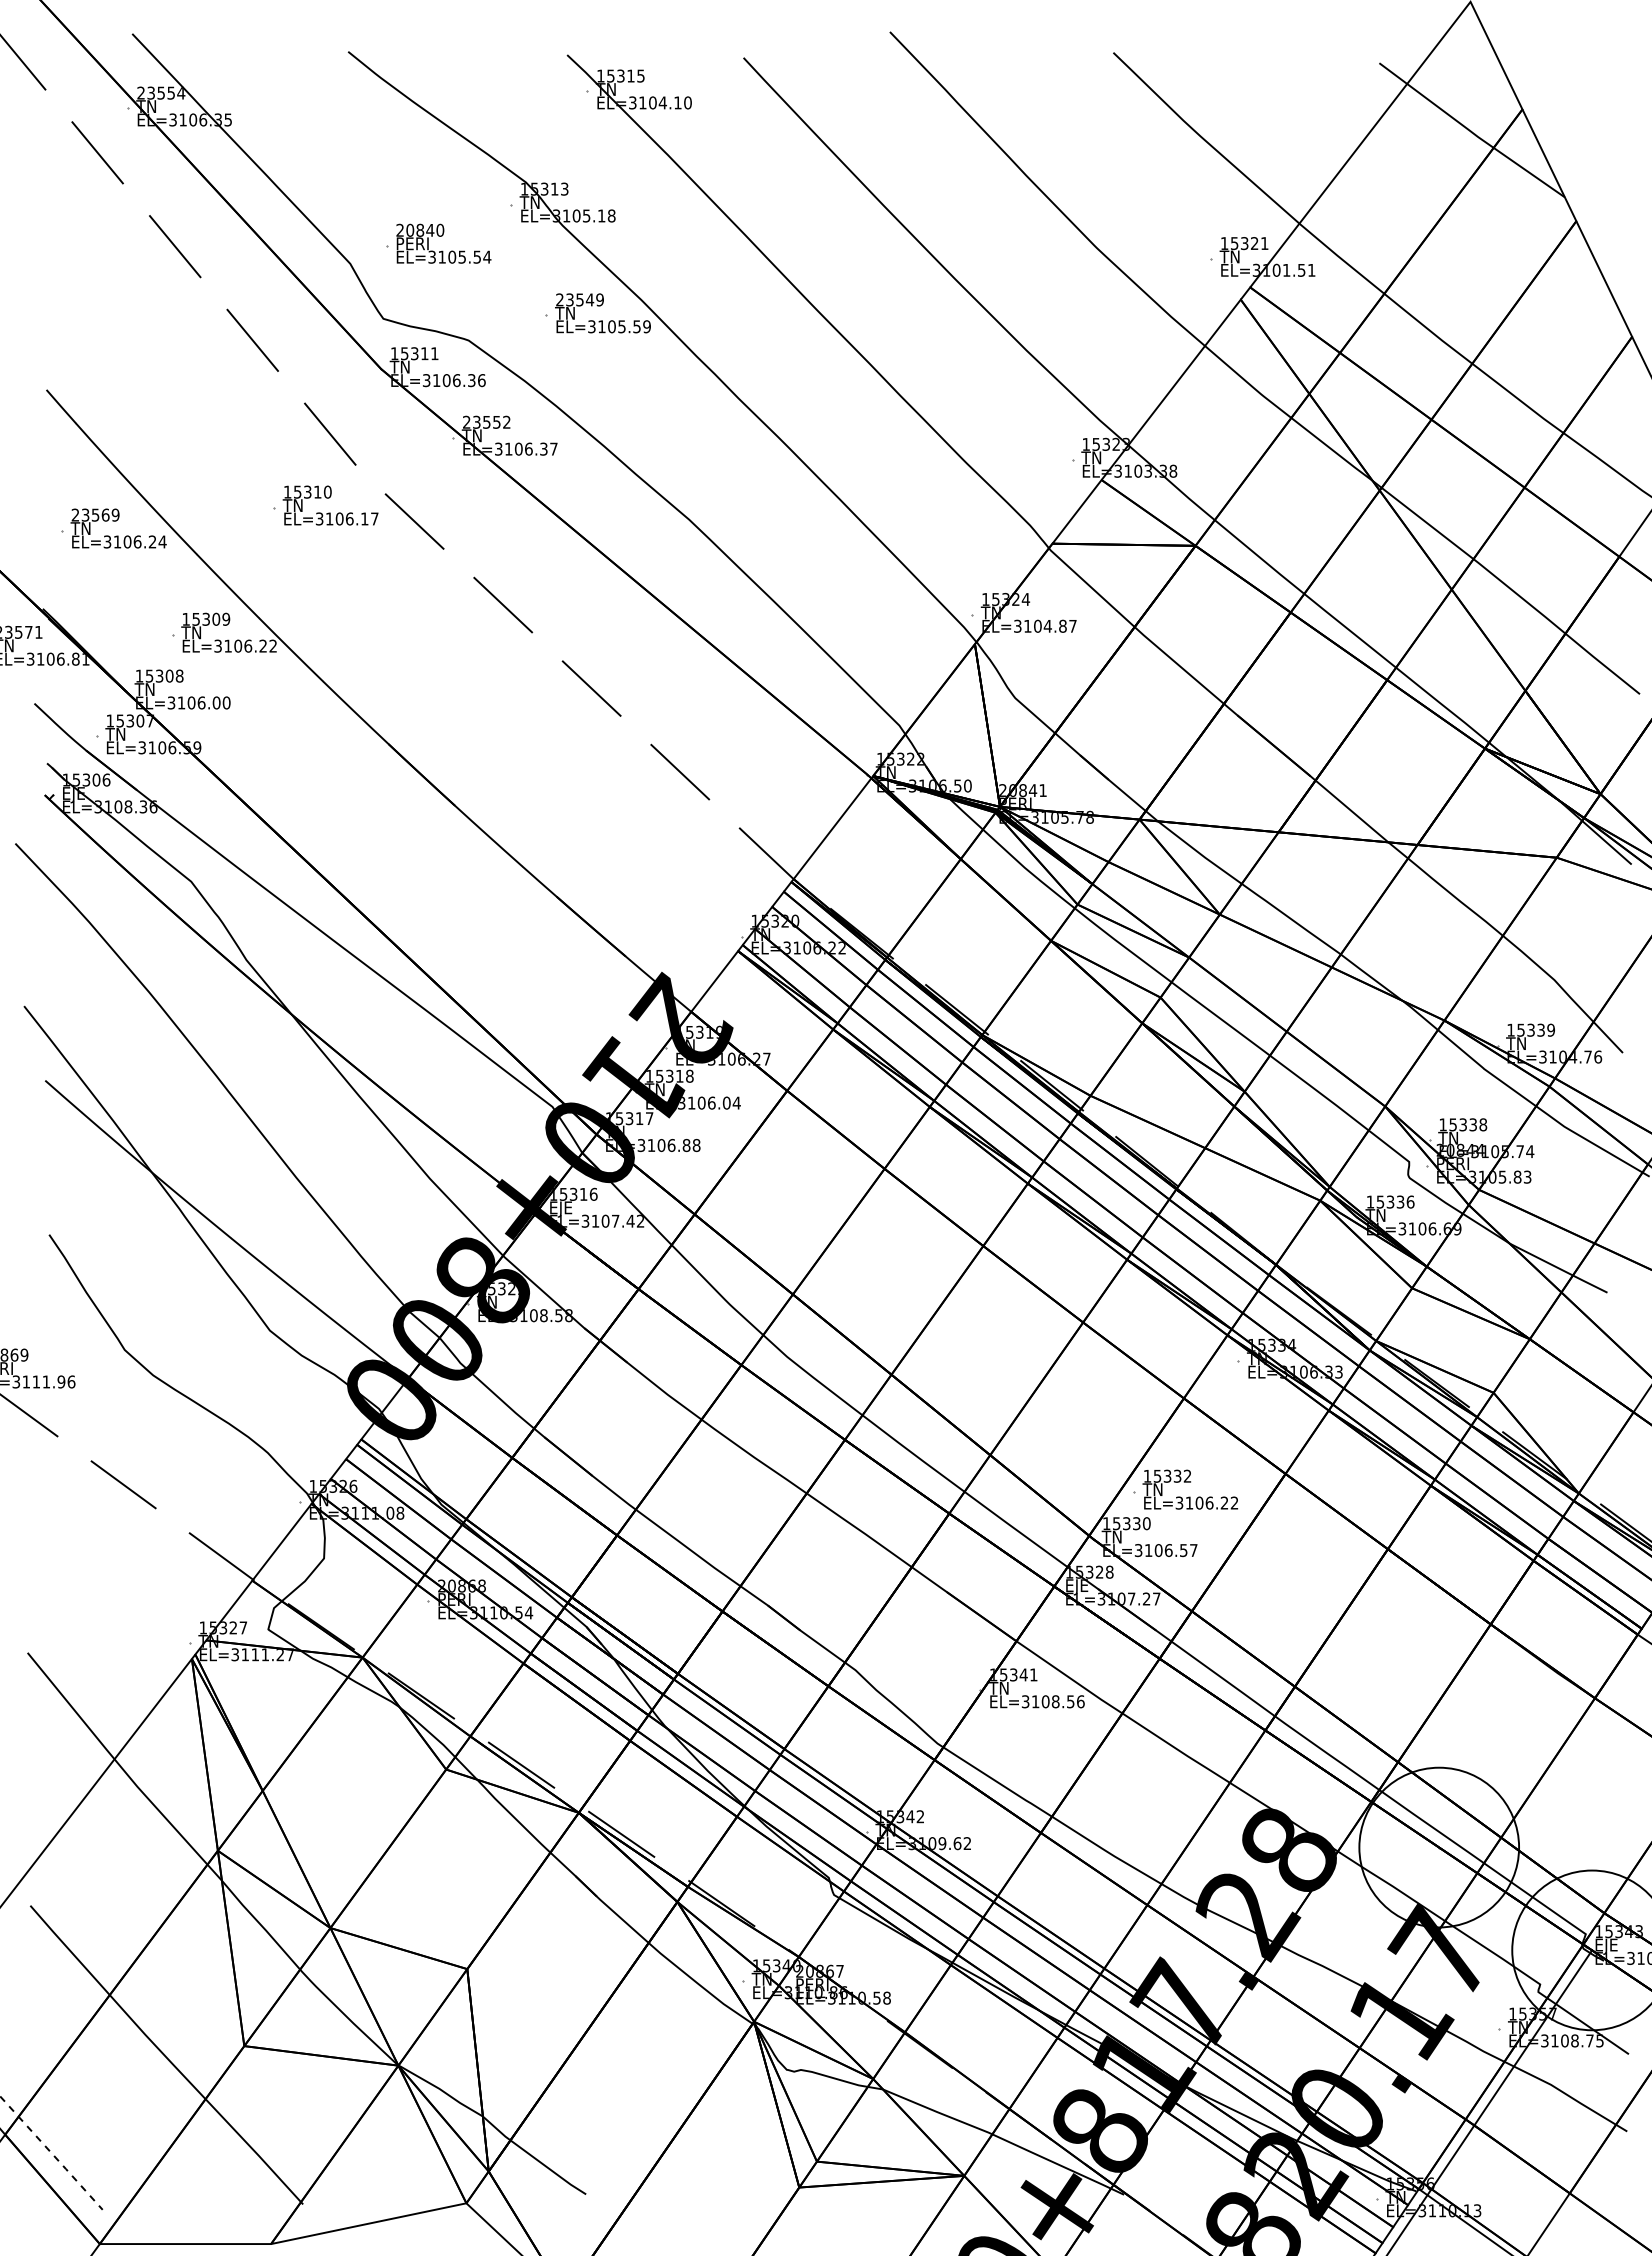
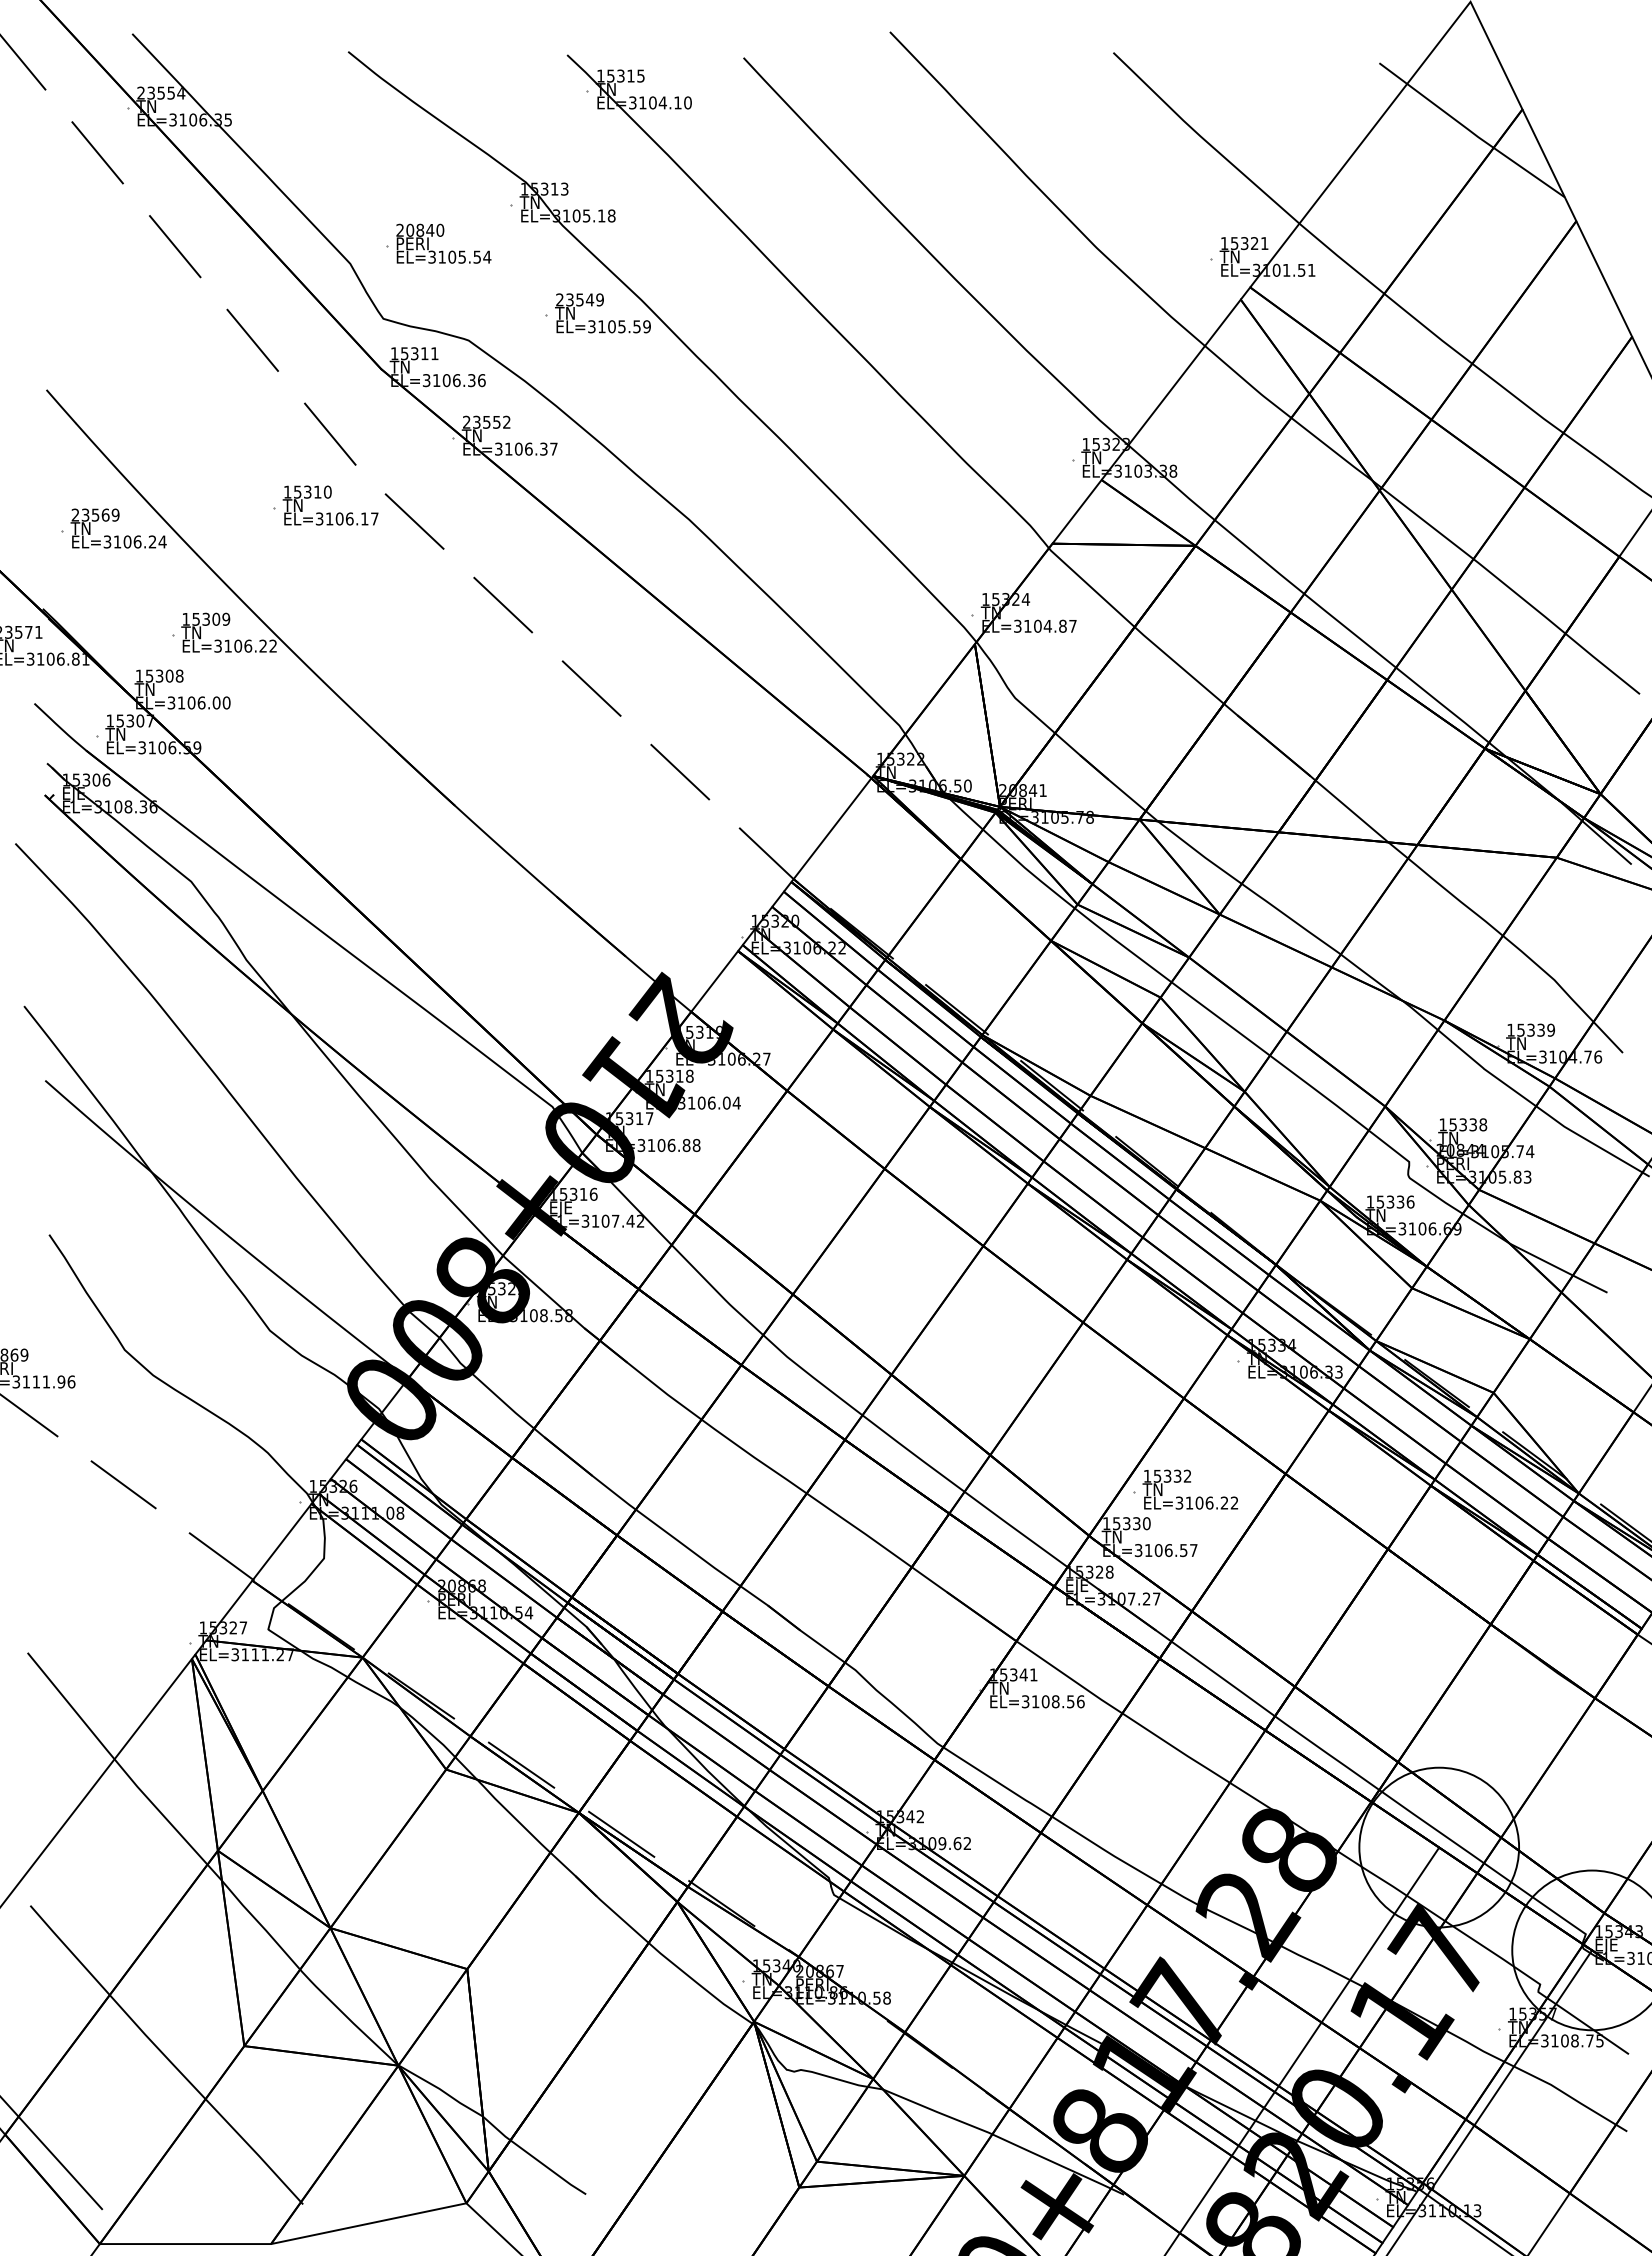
line at (1302, 2049): none -> present
line at (51, 2153): dashed -> solid
